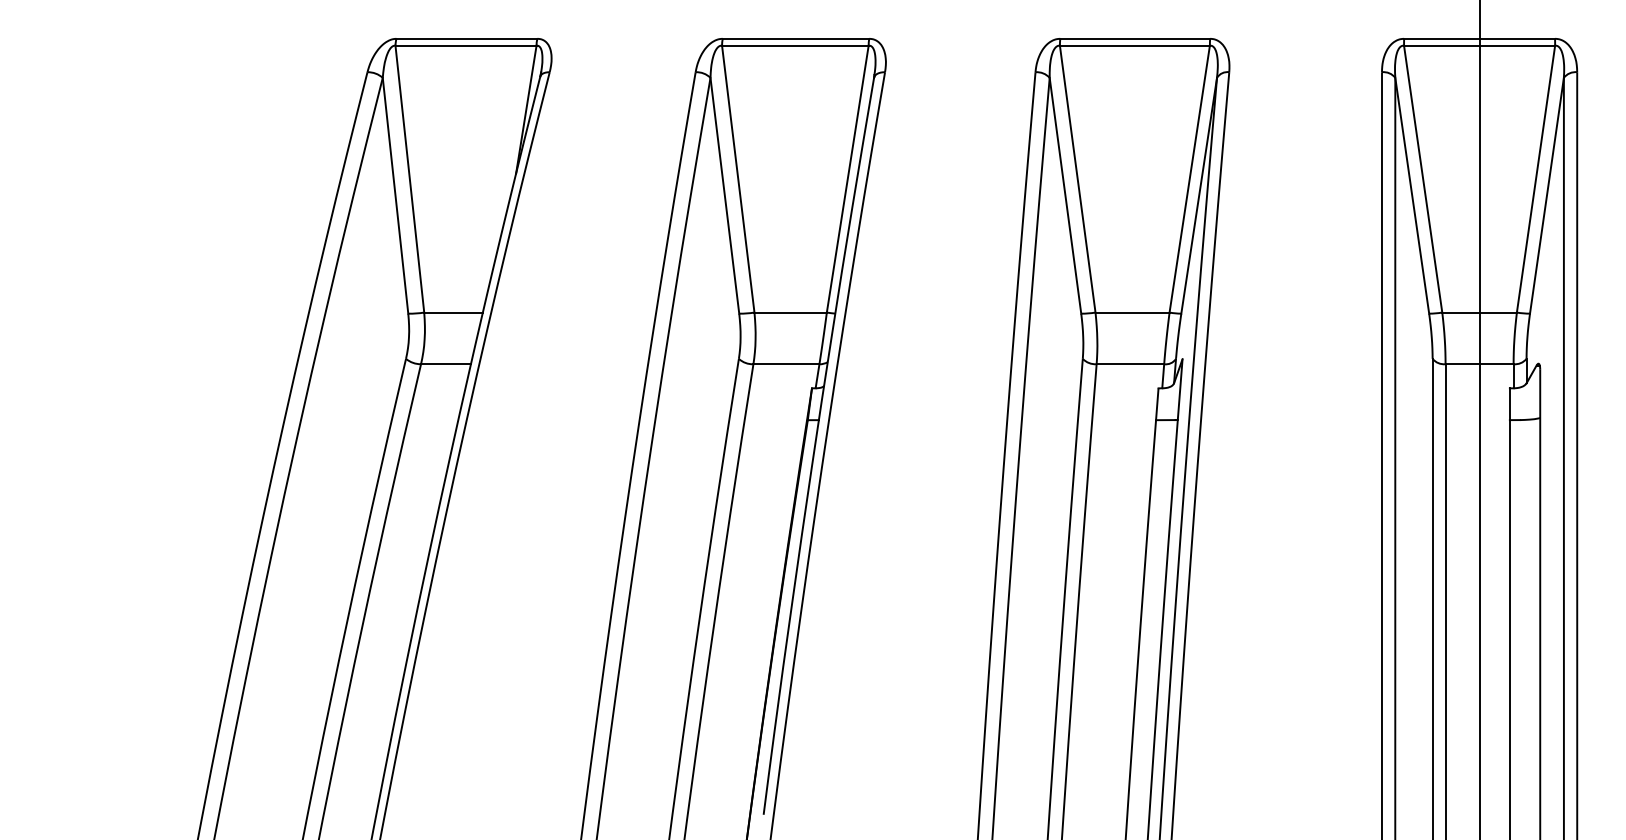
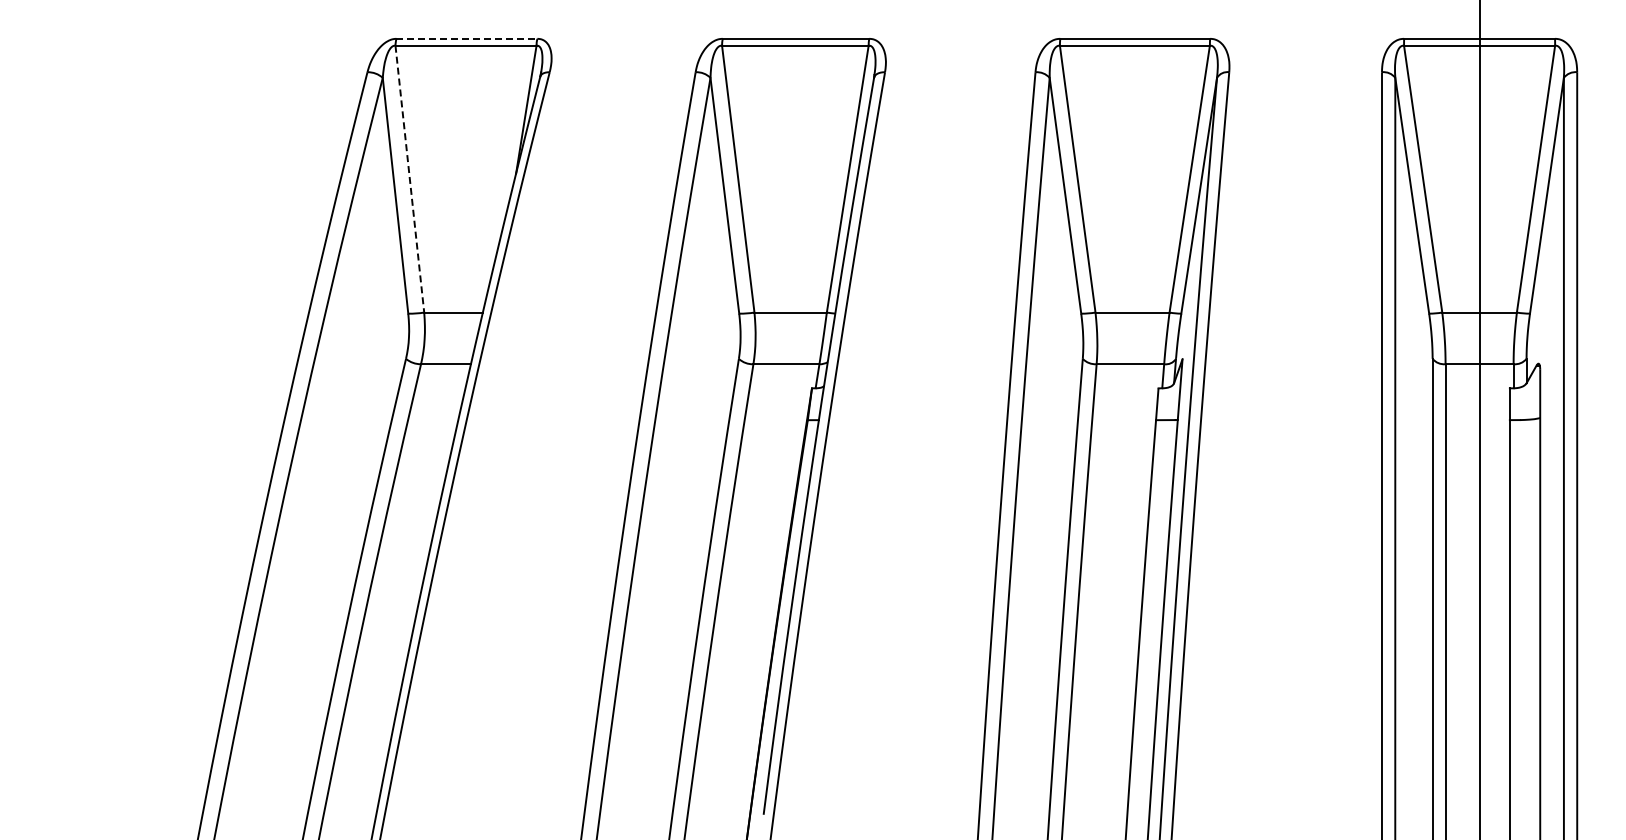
line at (467, 38): solid -> dashed
line at (409, 179): solid -> dashed
